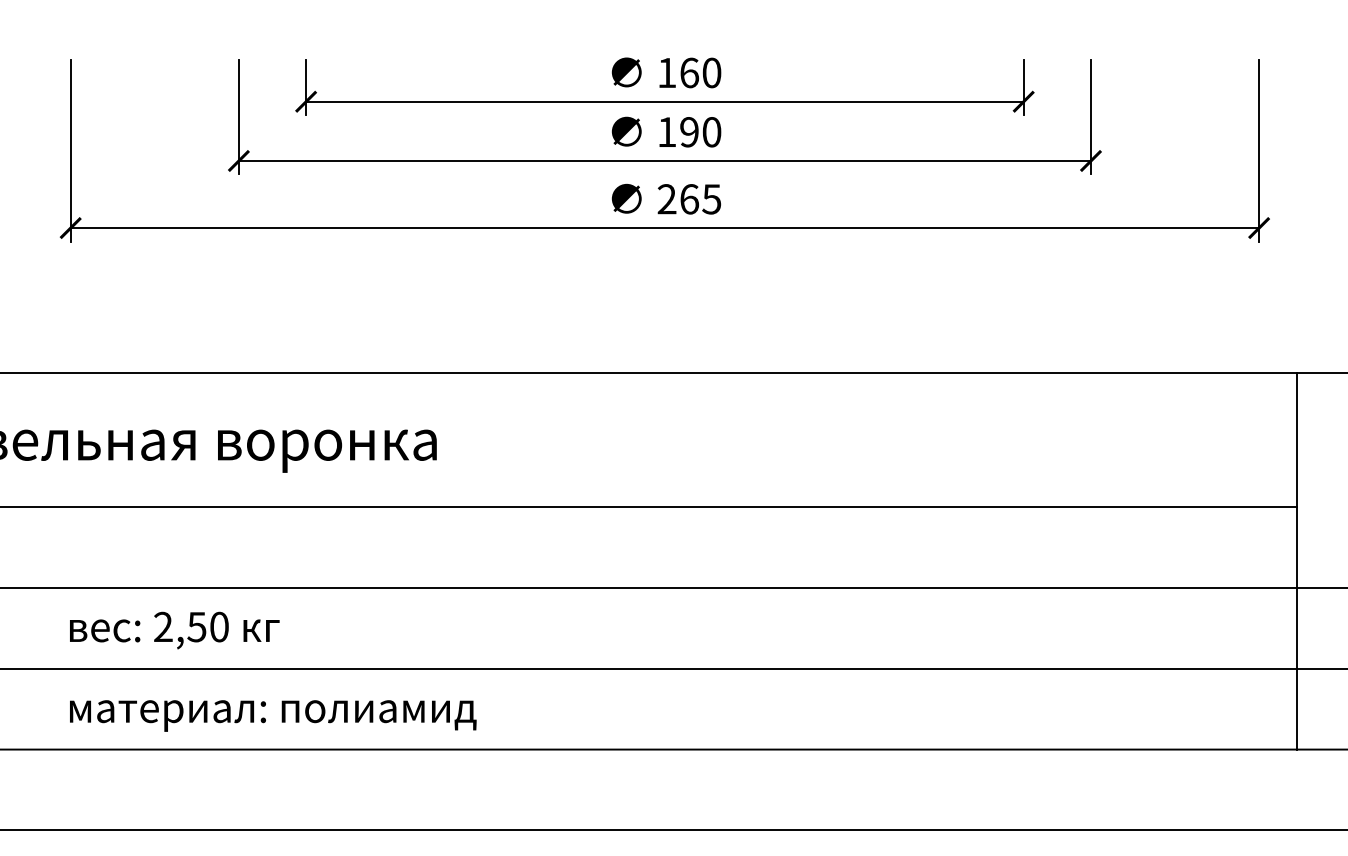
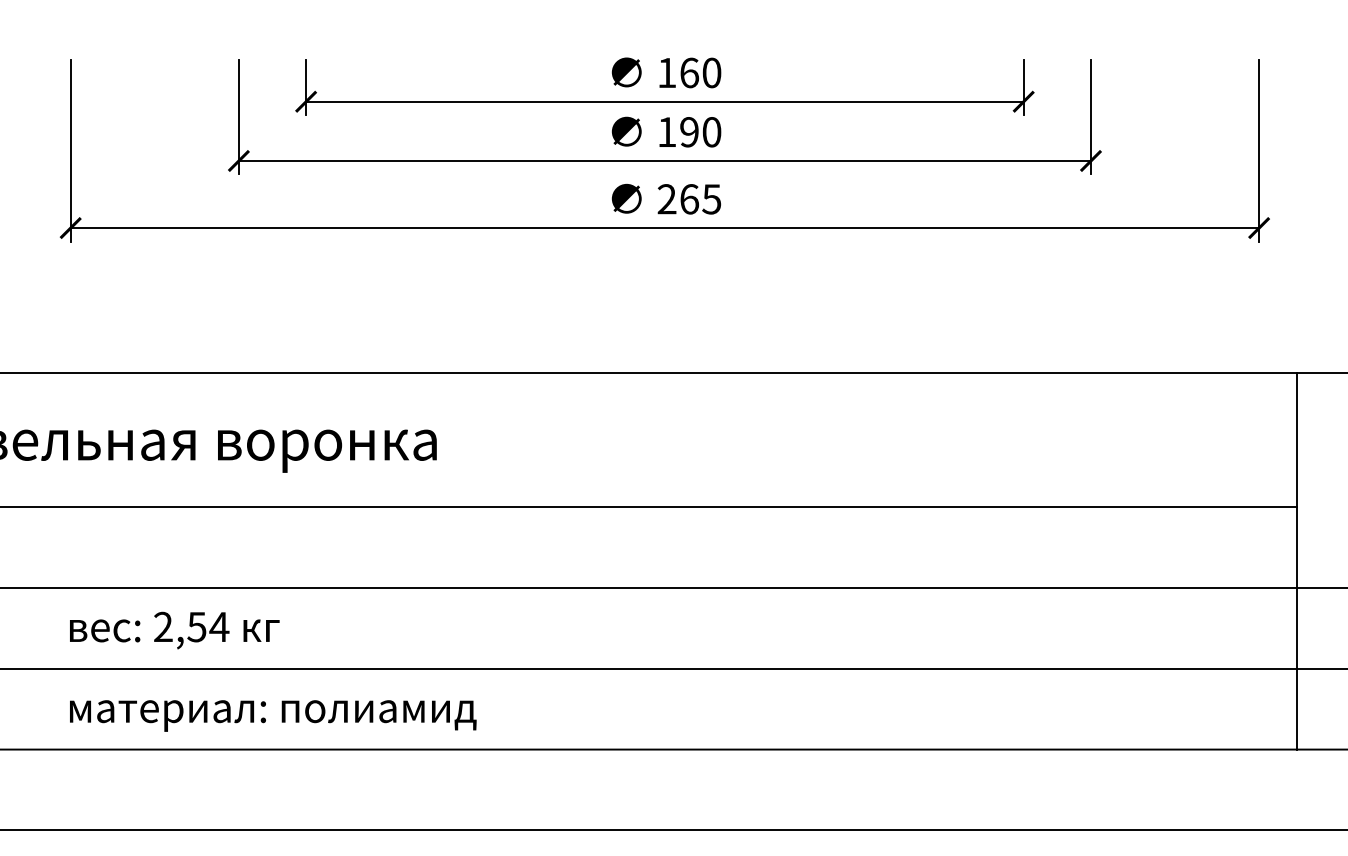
text at (219, 626): 2,50 -> 2,54
